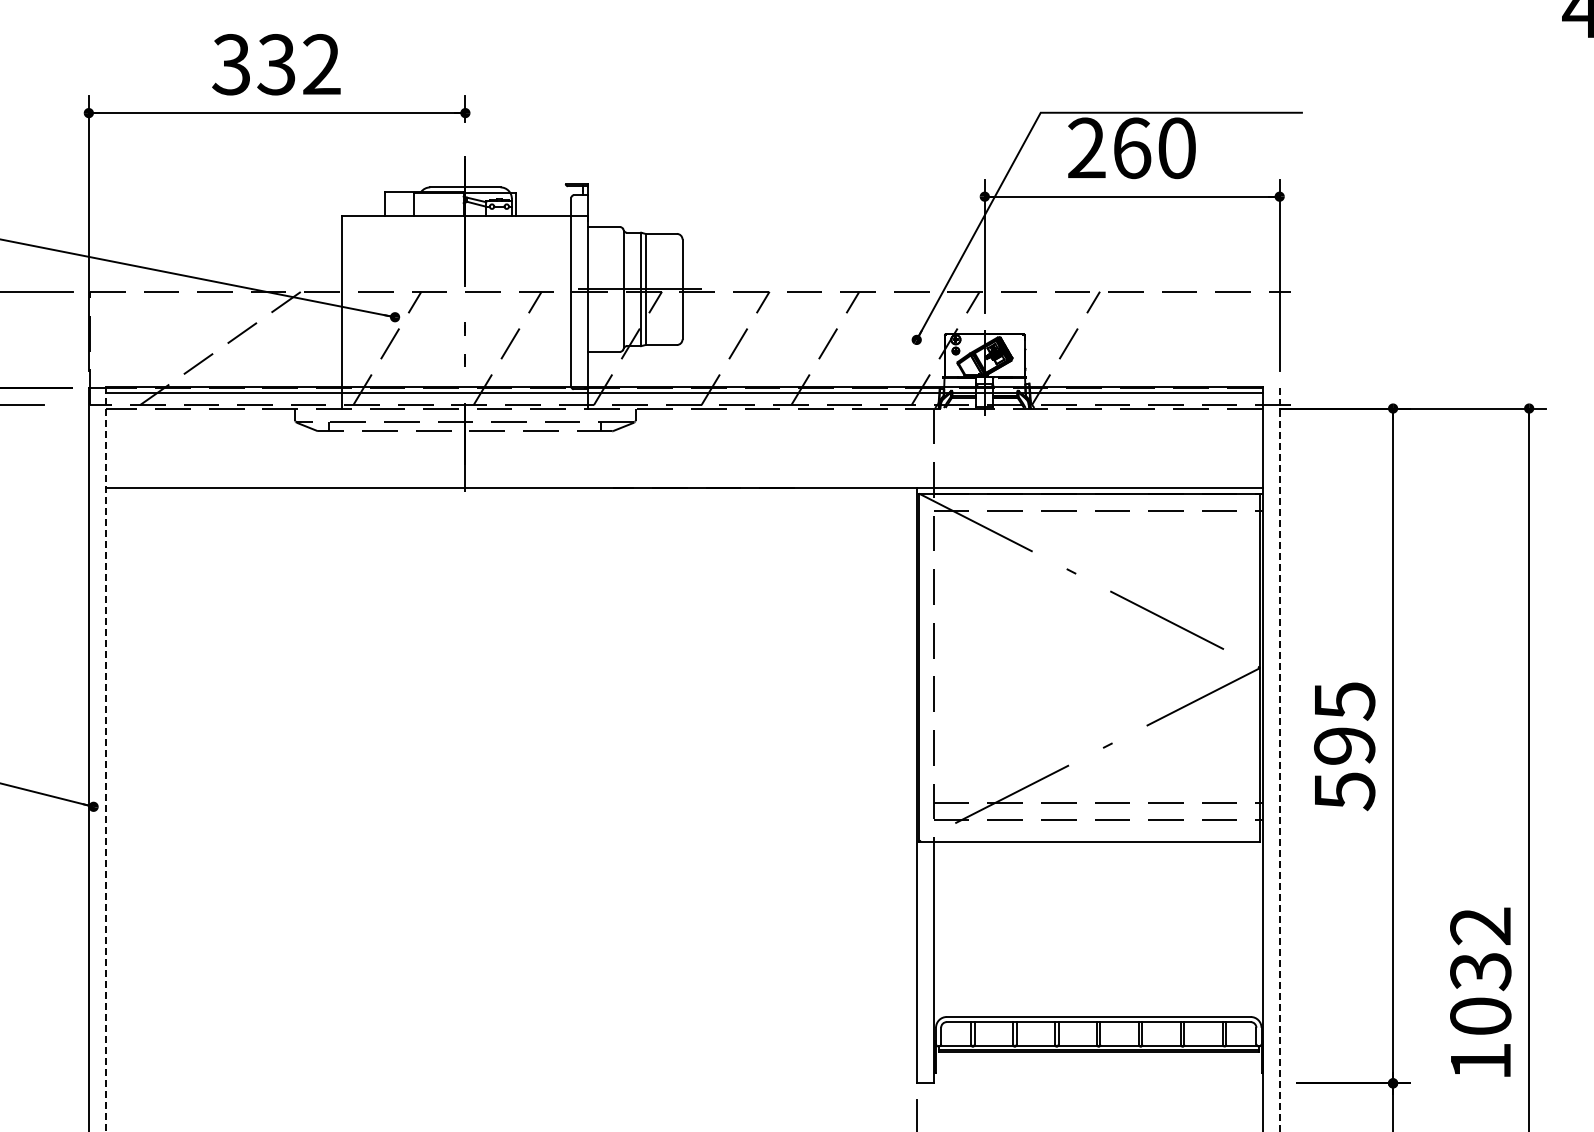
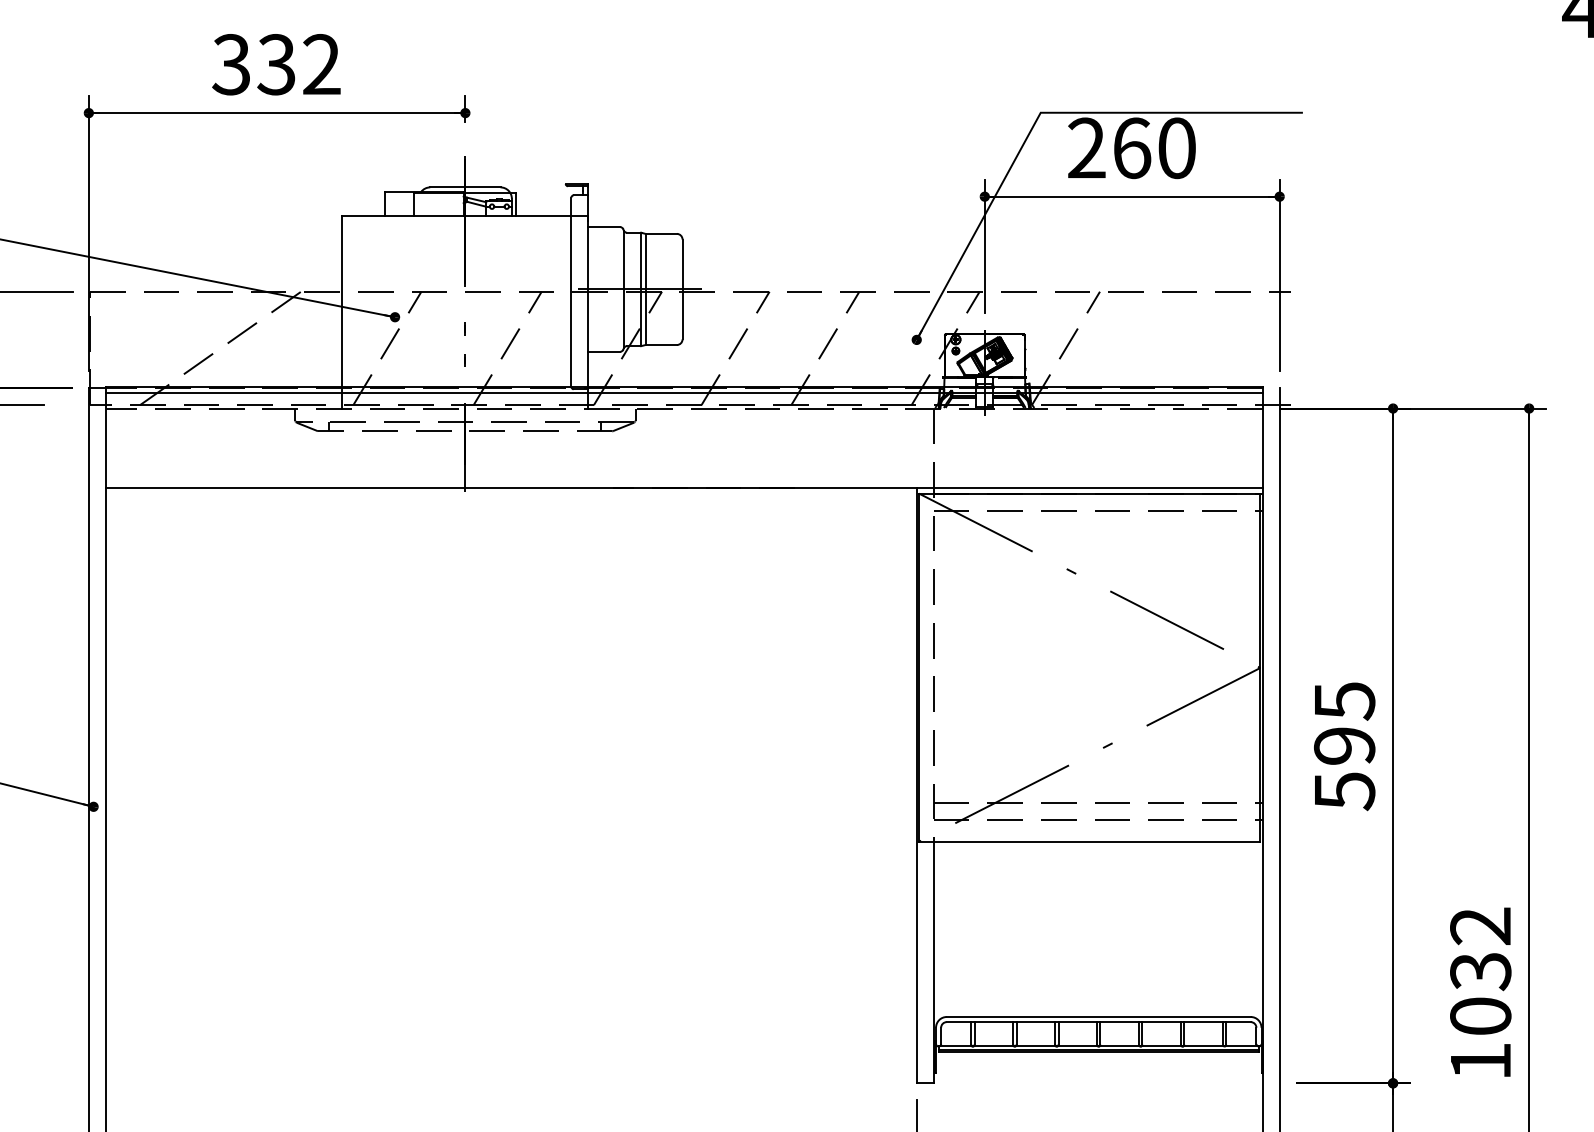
line at (105, 759): dashed -> solid
line at (1279, 760): dashed -> solid
